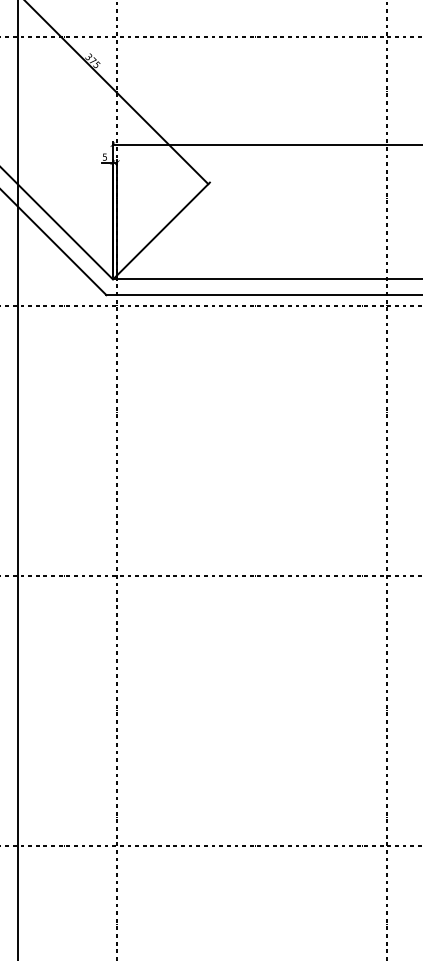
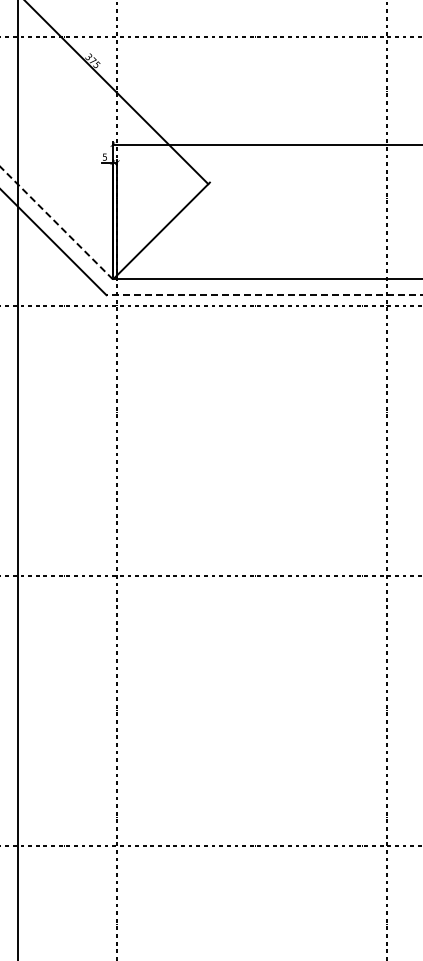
line at (56, 222): solid -> dashed
line at (264, 295): solid -> dashed
